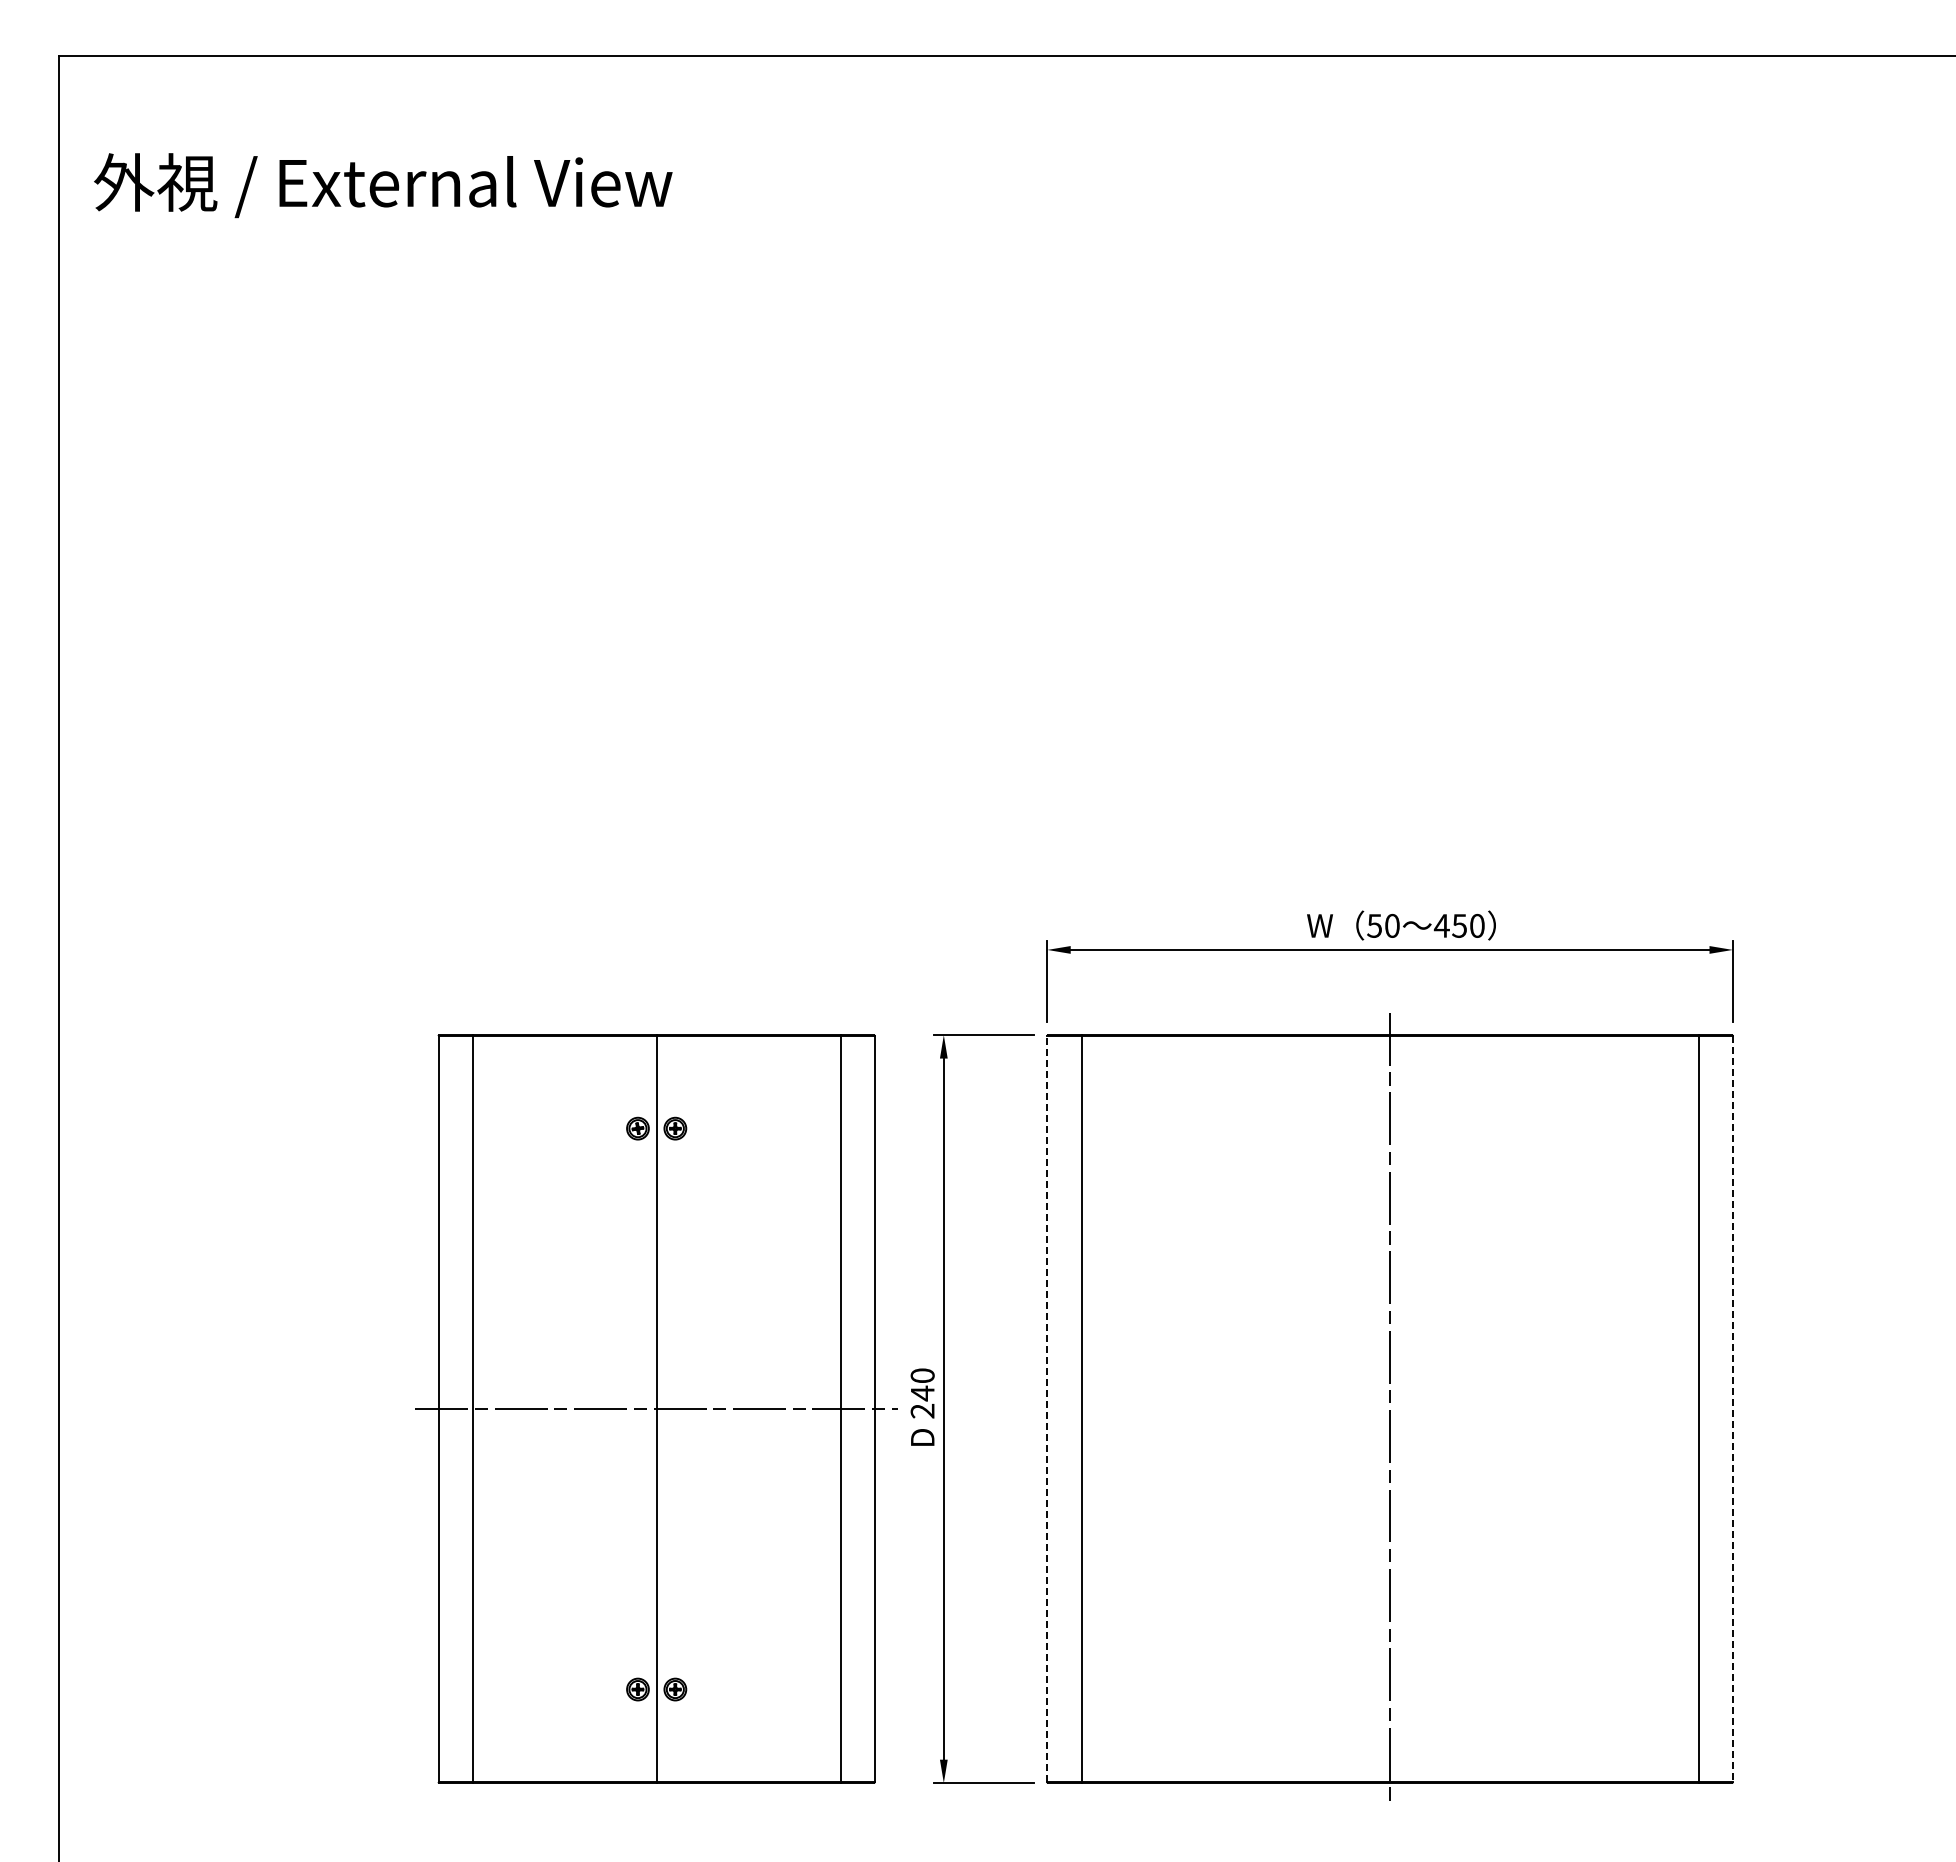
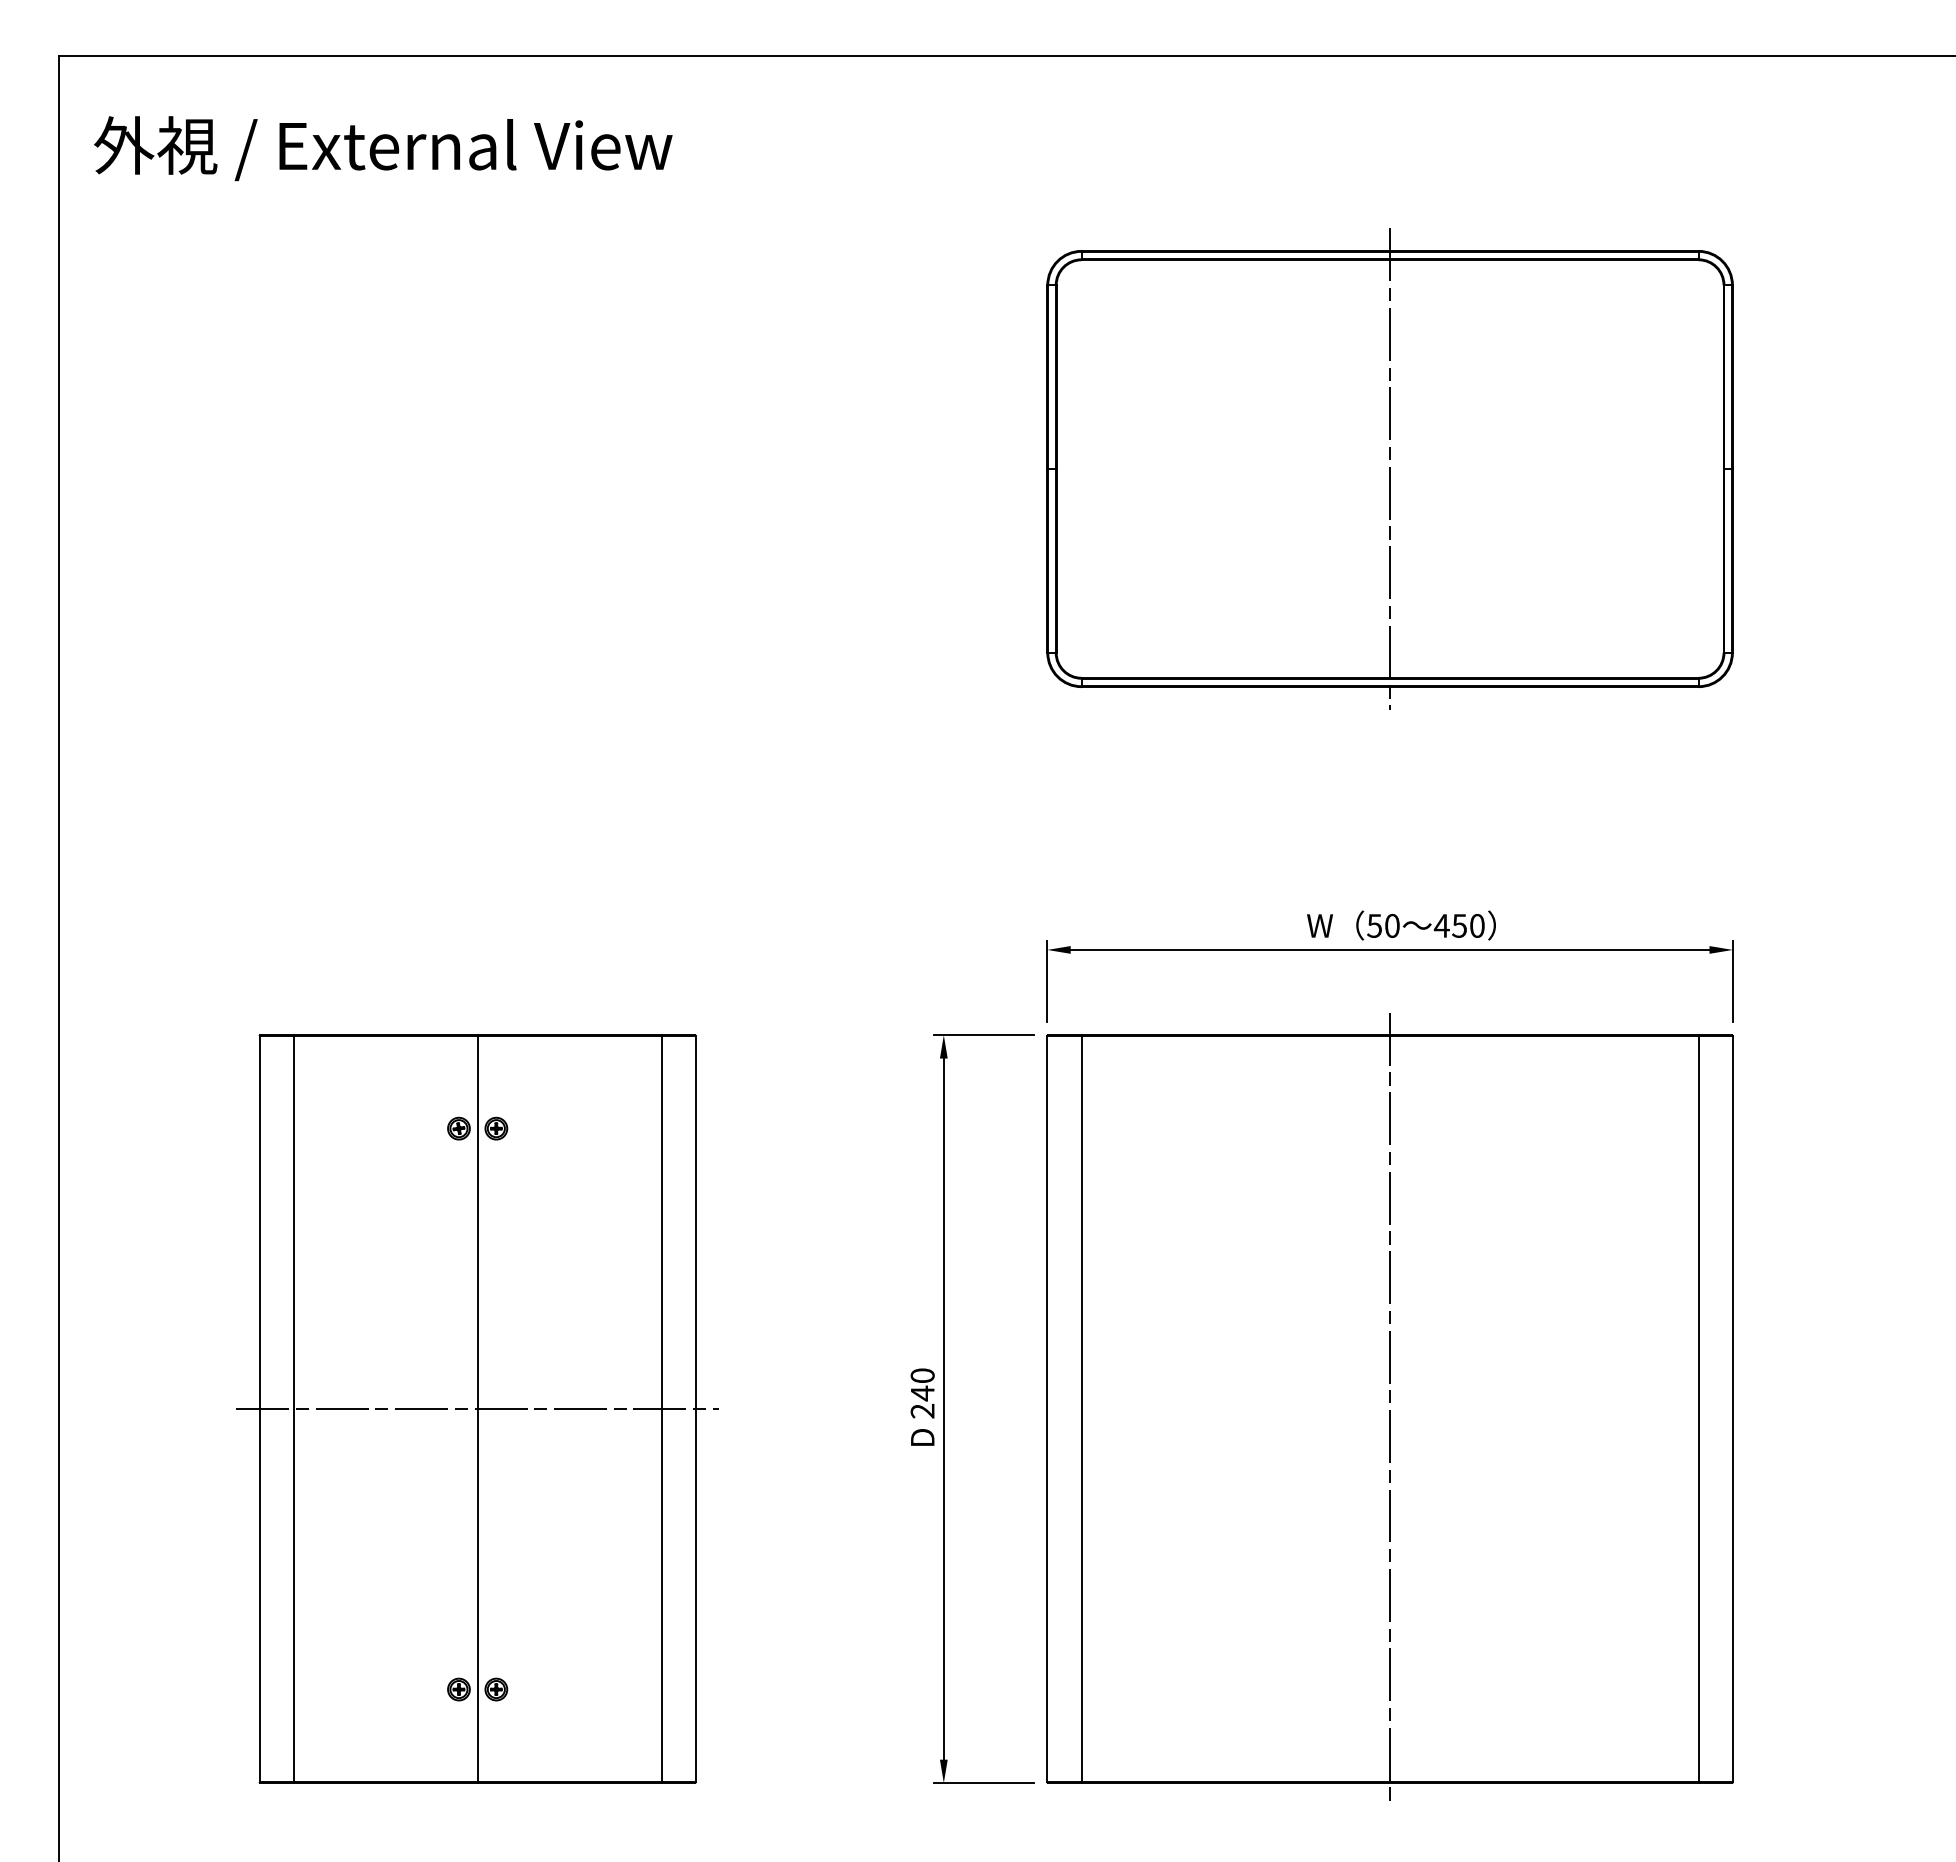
text at (383, 185) position: (383, 185) -> (383, 148)
part at (1389, 468): none -> present
part at (656, 1408) position: (656, 1408) -> (477, 1408)
line at (1047, 1409): dashed -> solid
line at (1732, 1409): dashed -> solid
